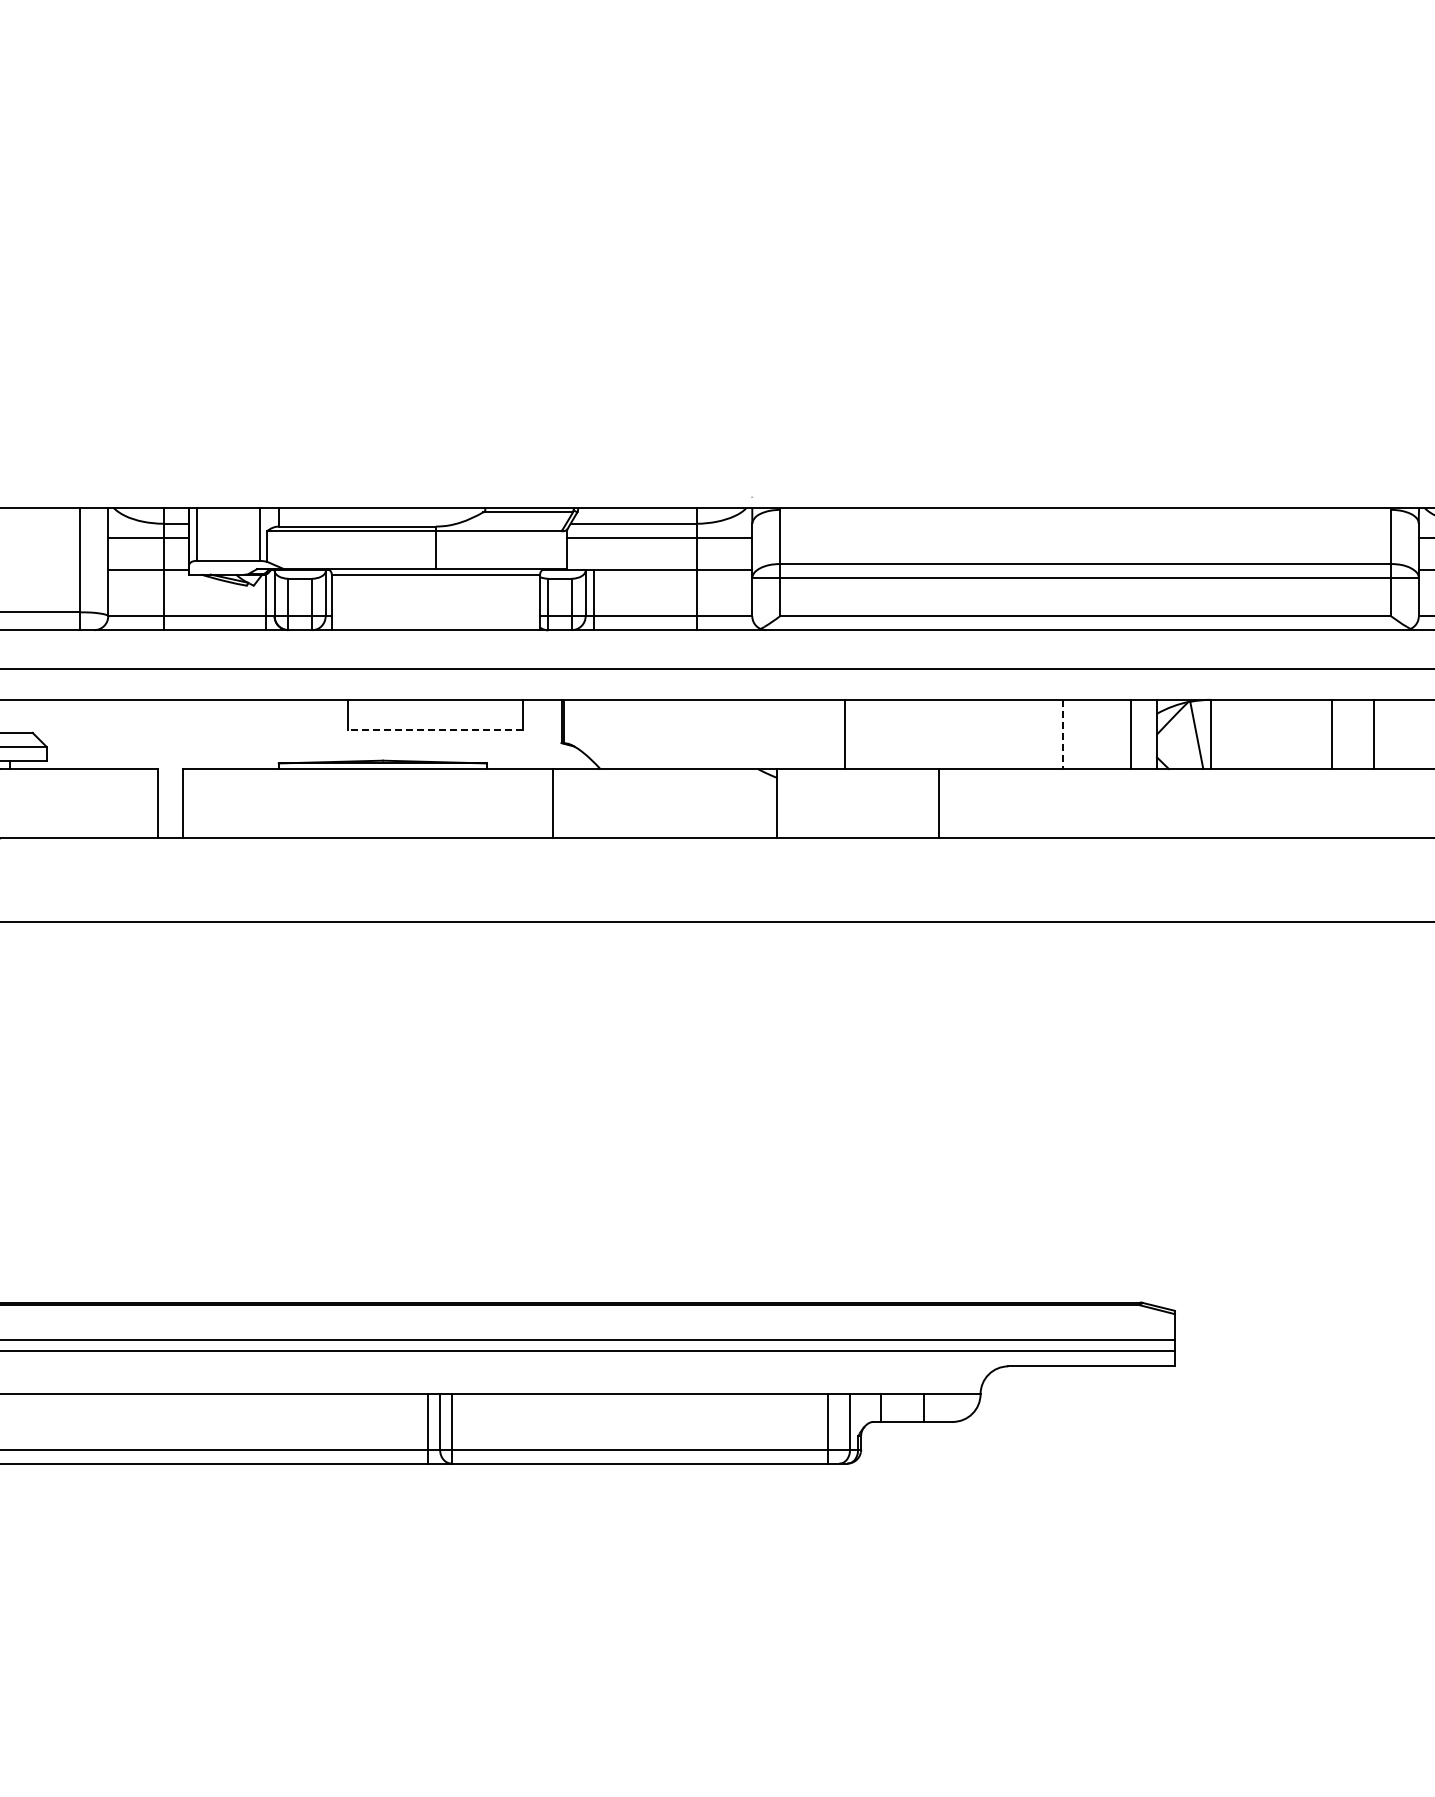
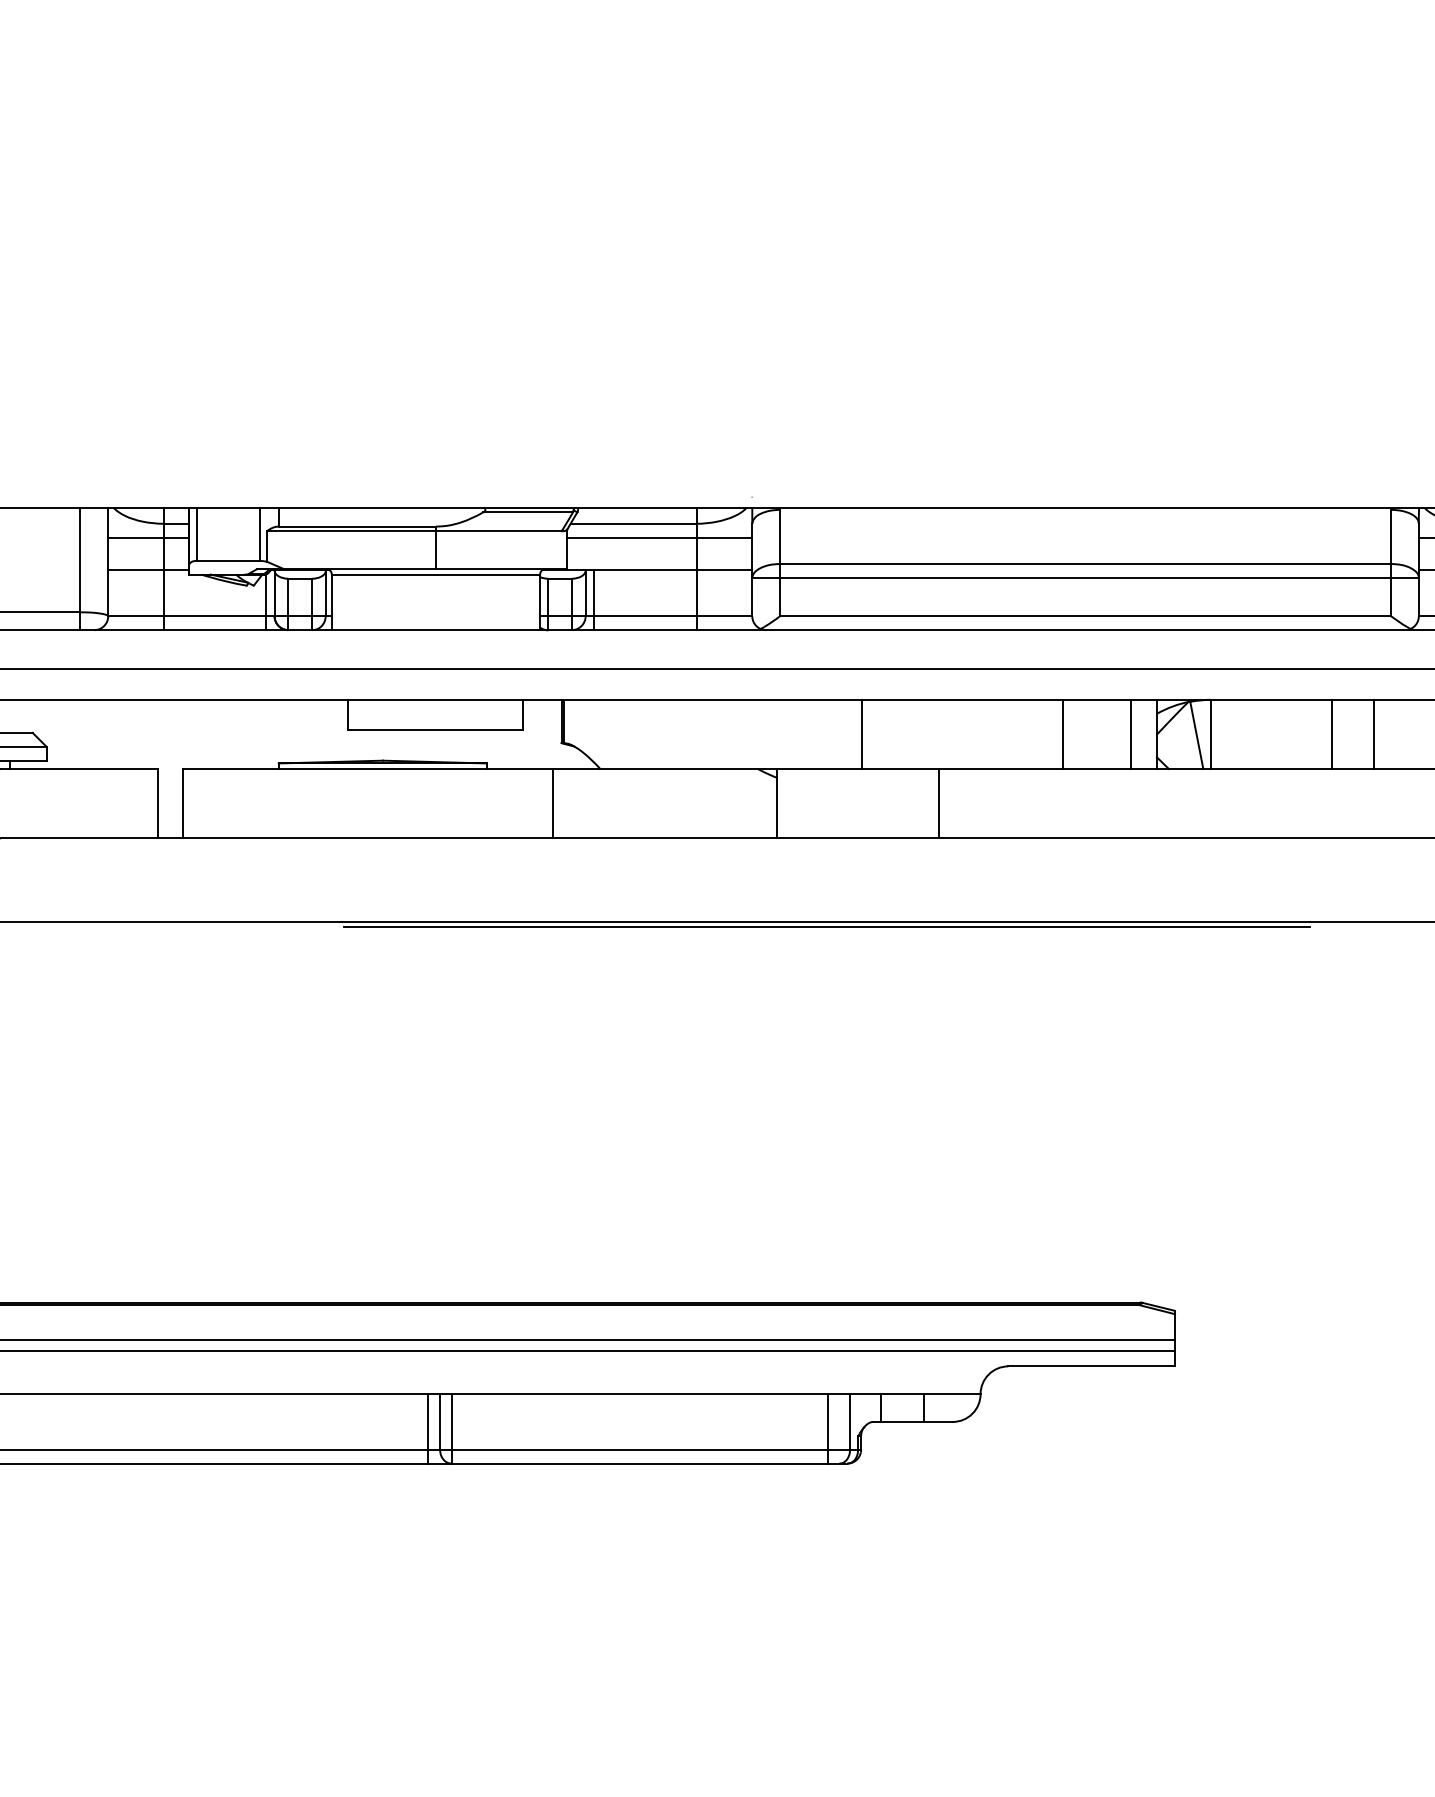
line at (435, 730): dashed -> solid
line at (845, 734) position: (845, 734) -> (862, 734)
line at (1063, 734): dashed -> solid
line at (826, 927): none -> present
